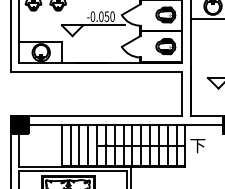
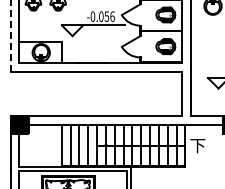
text at (112, 16): -0.050 -> -0.056
line at (205, 18): present -> none
line at (10, 35): solid -> dashed
